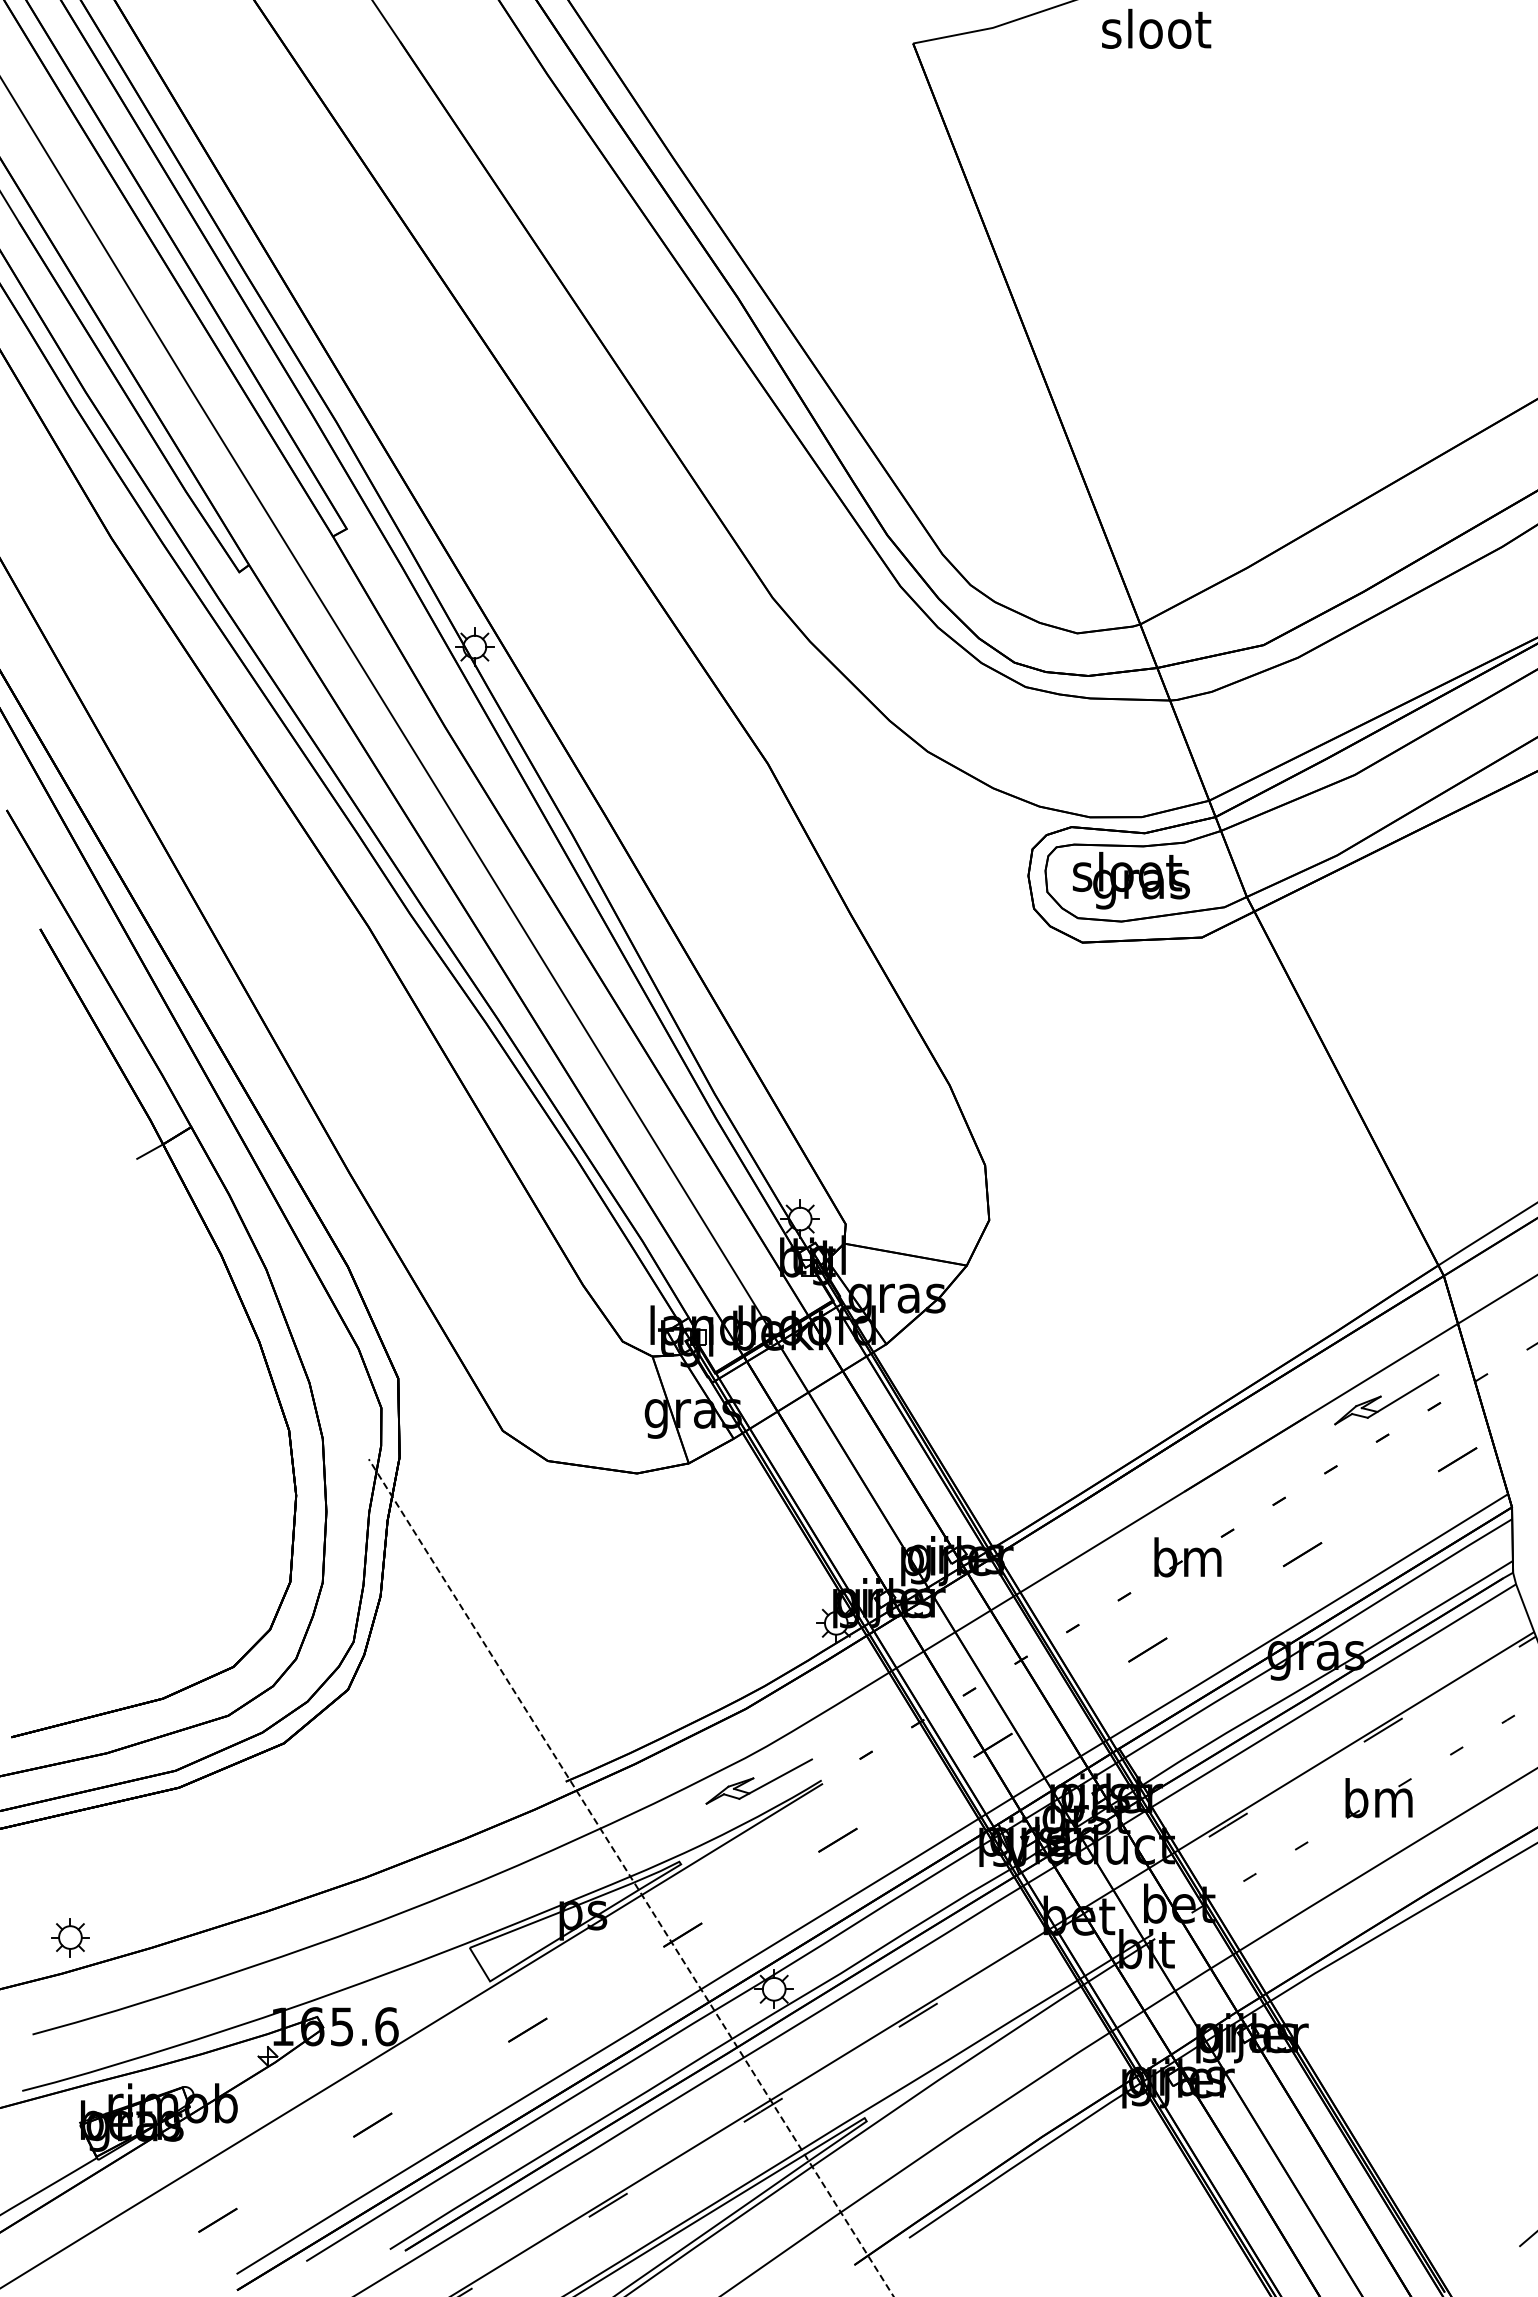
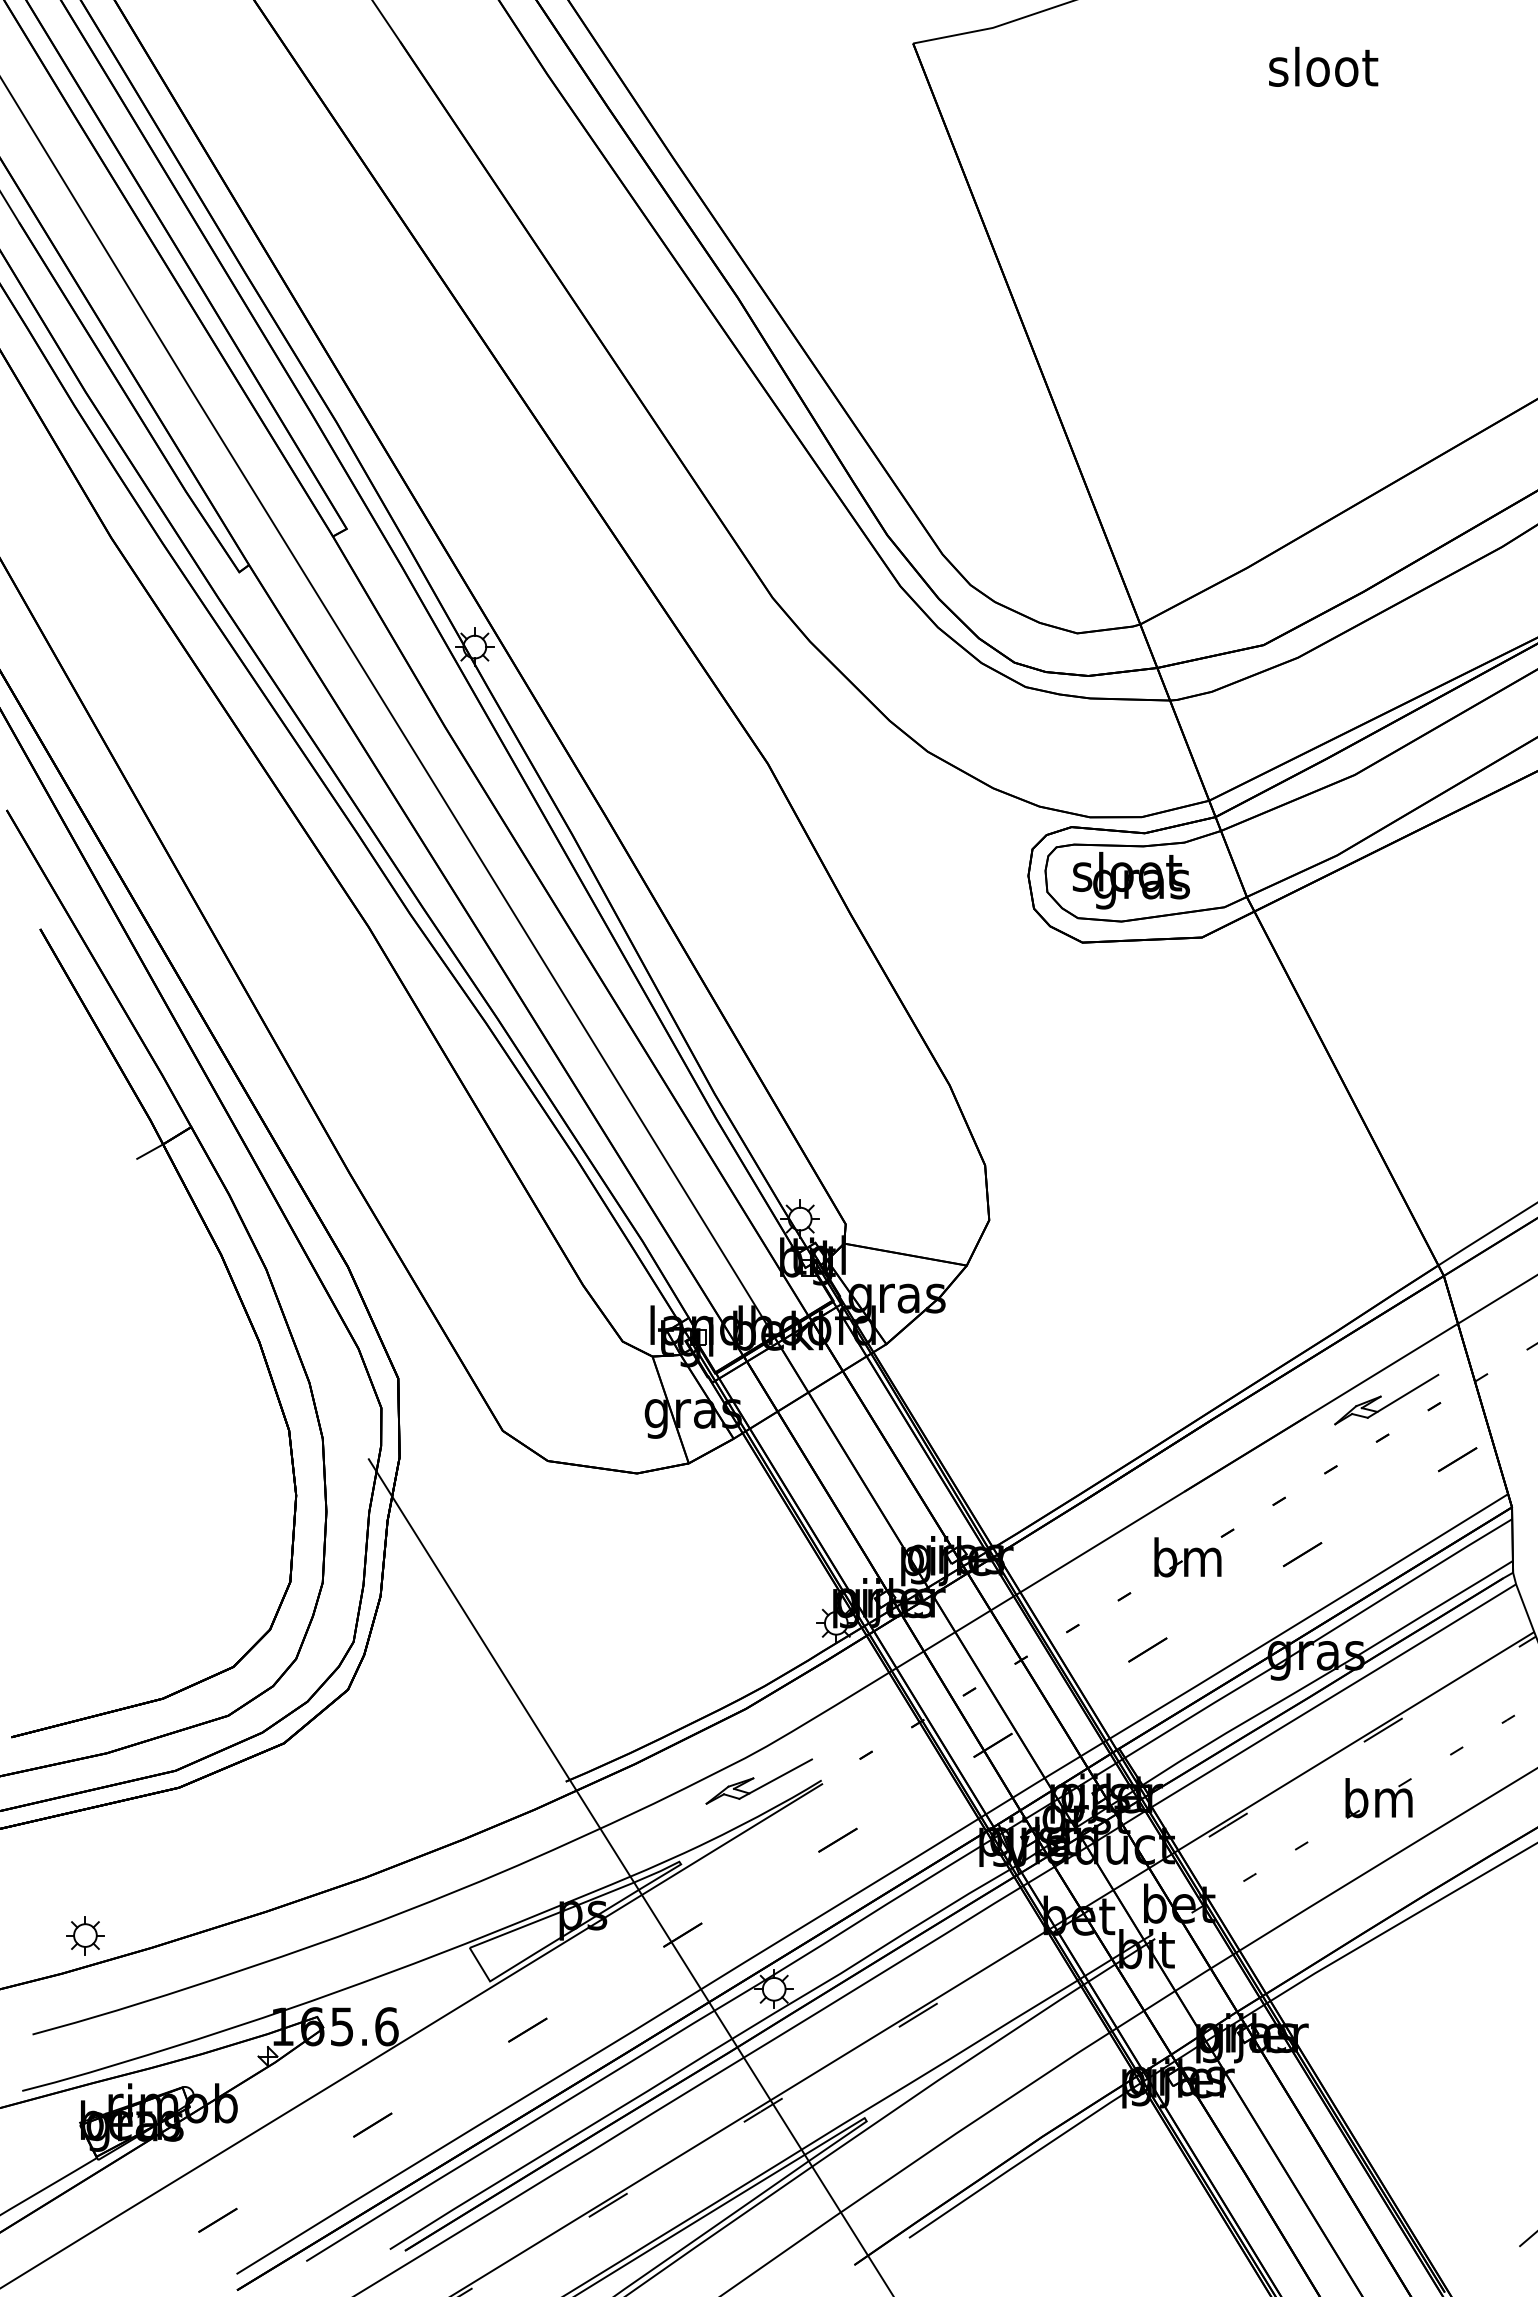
text at (1156, 28) position: (1156, 28) -> (1323, 66)
line at (631, 1877): dashed -> solid
part at (70, 1937) position: (70, 1937) -> (85, 1935)
